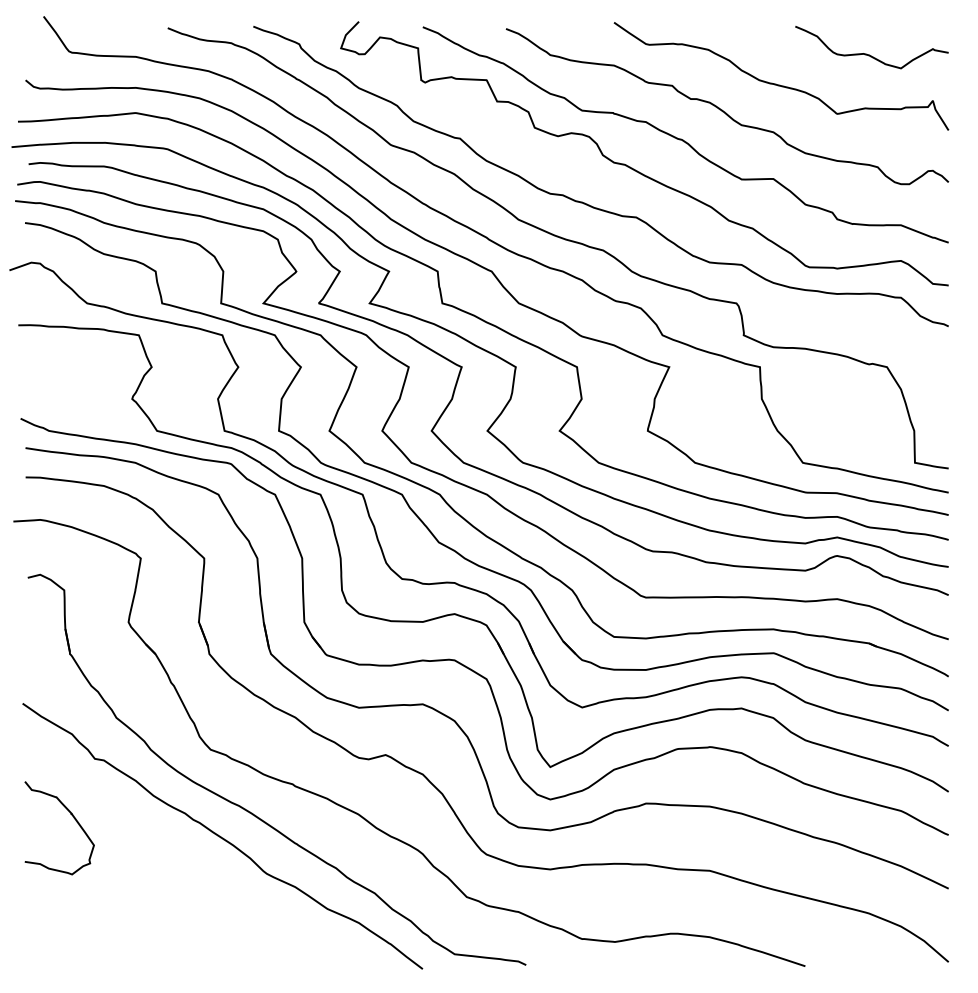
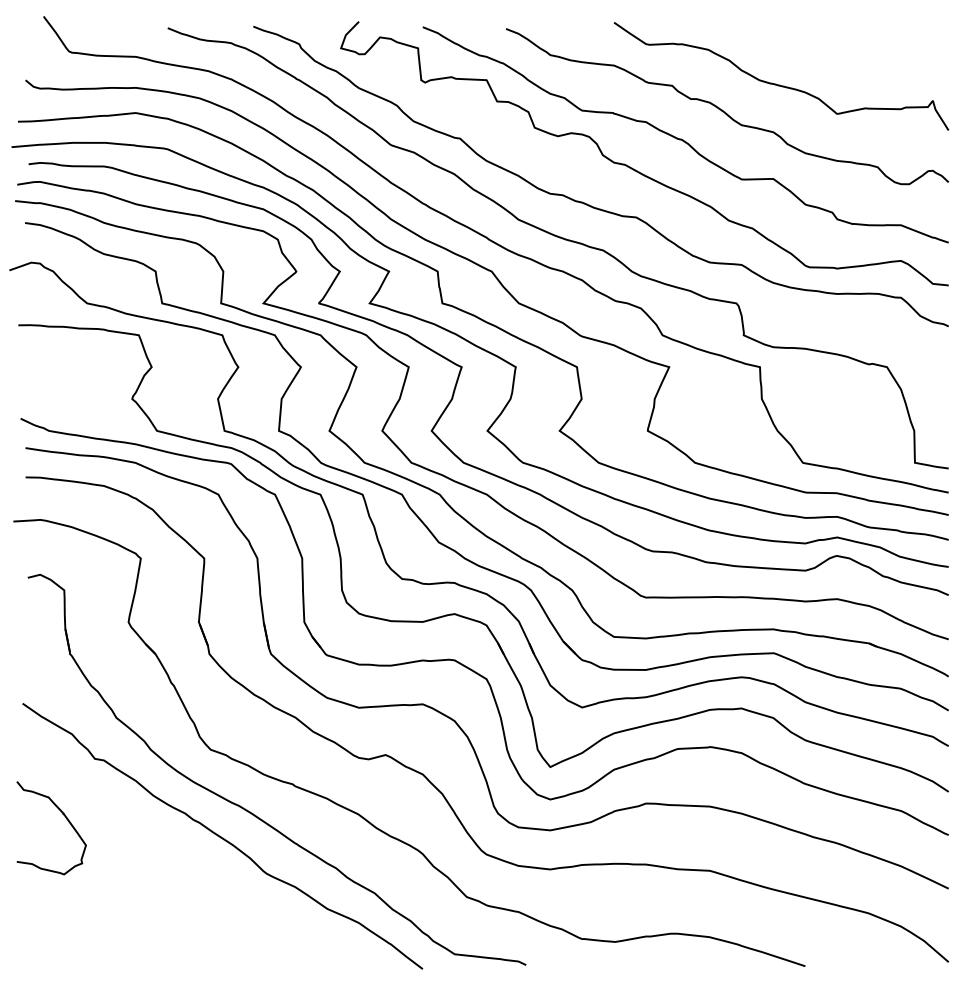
curve at (869, 54): present -> none
curve at (73, 818) position: (73, 818) -> (65, 818)
